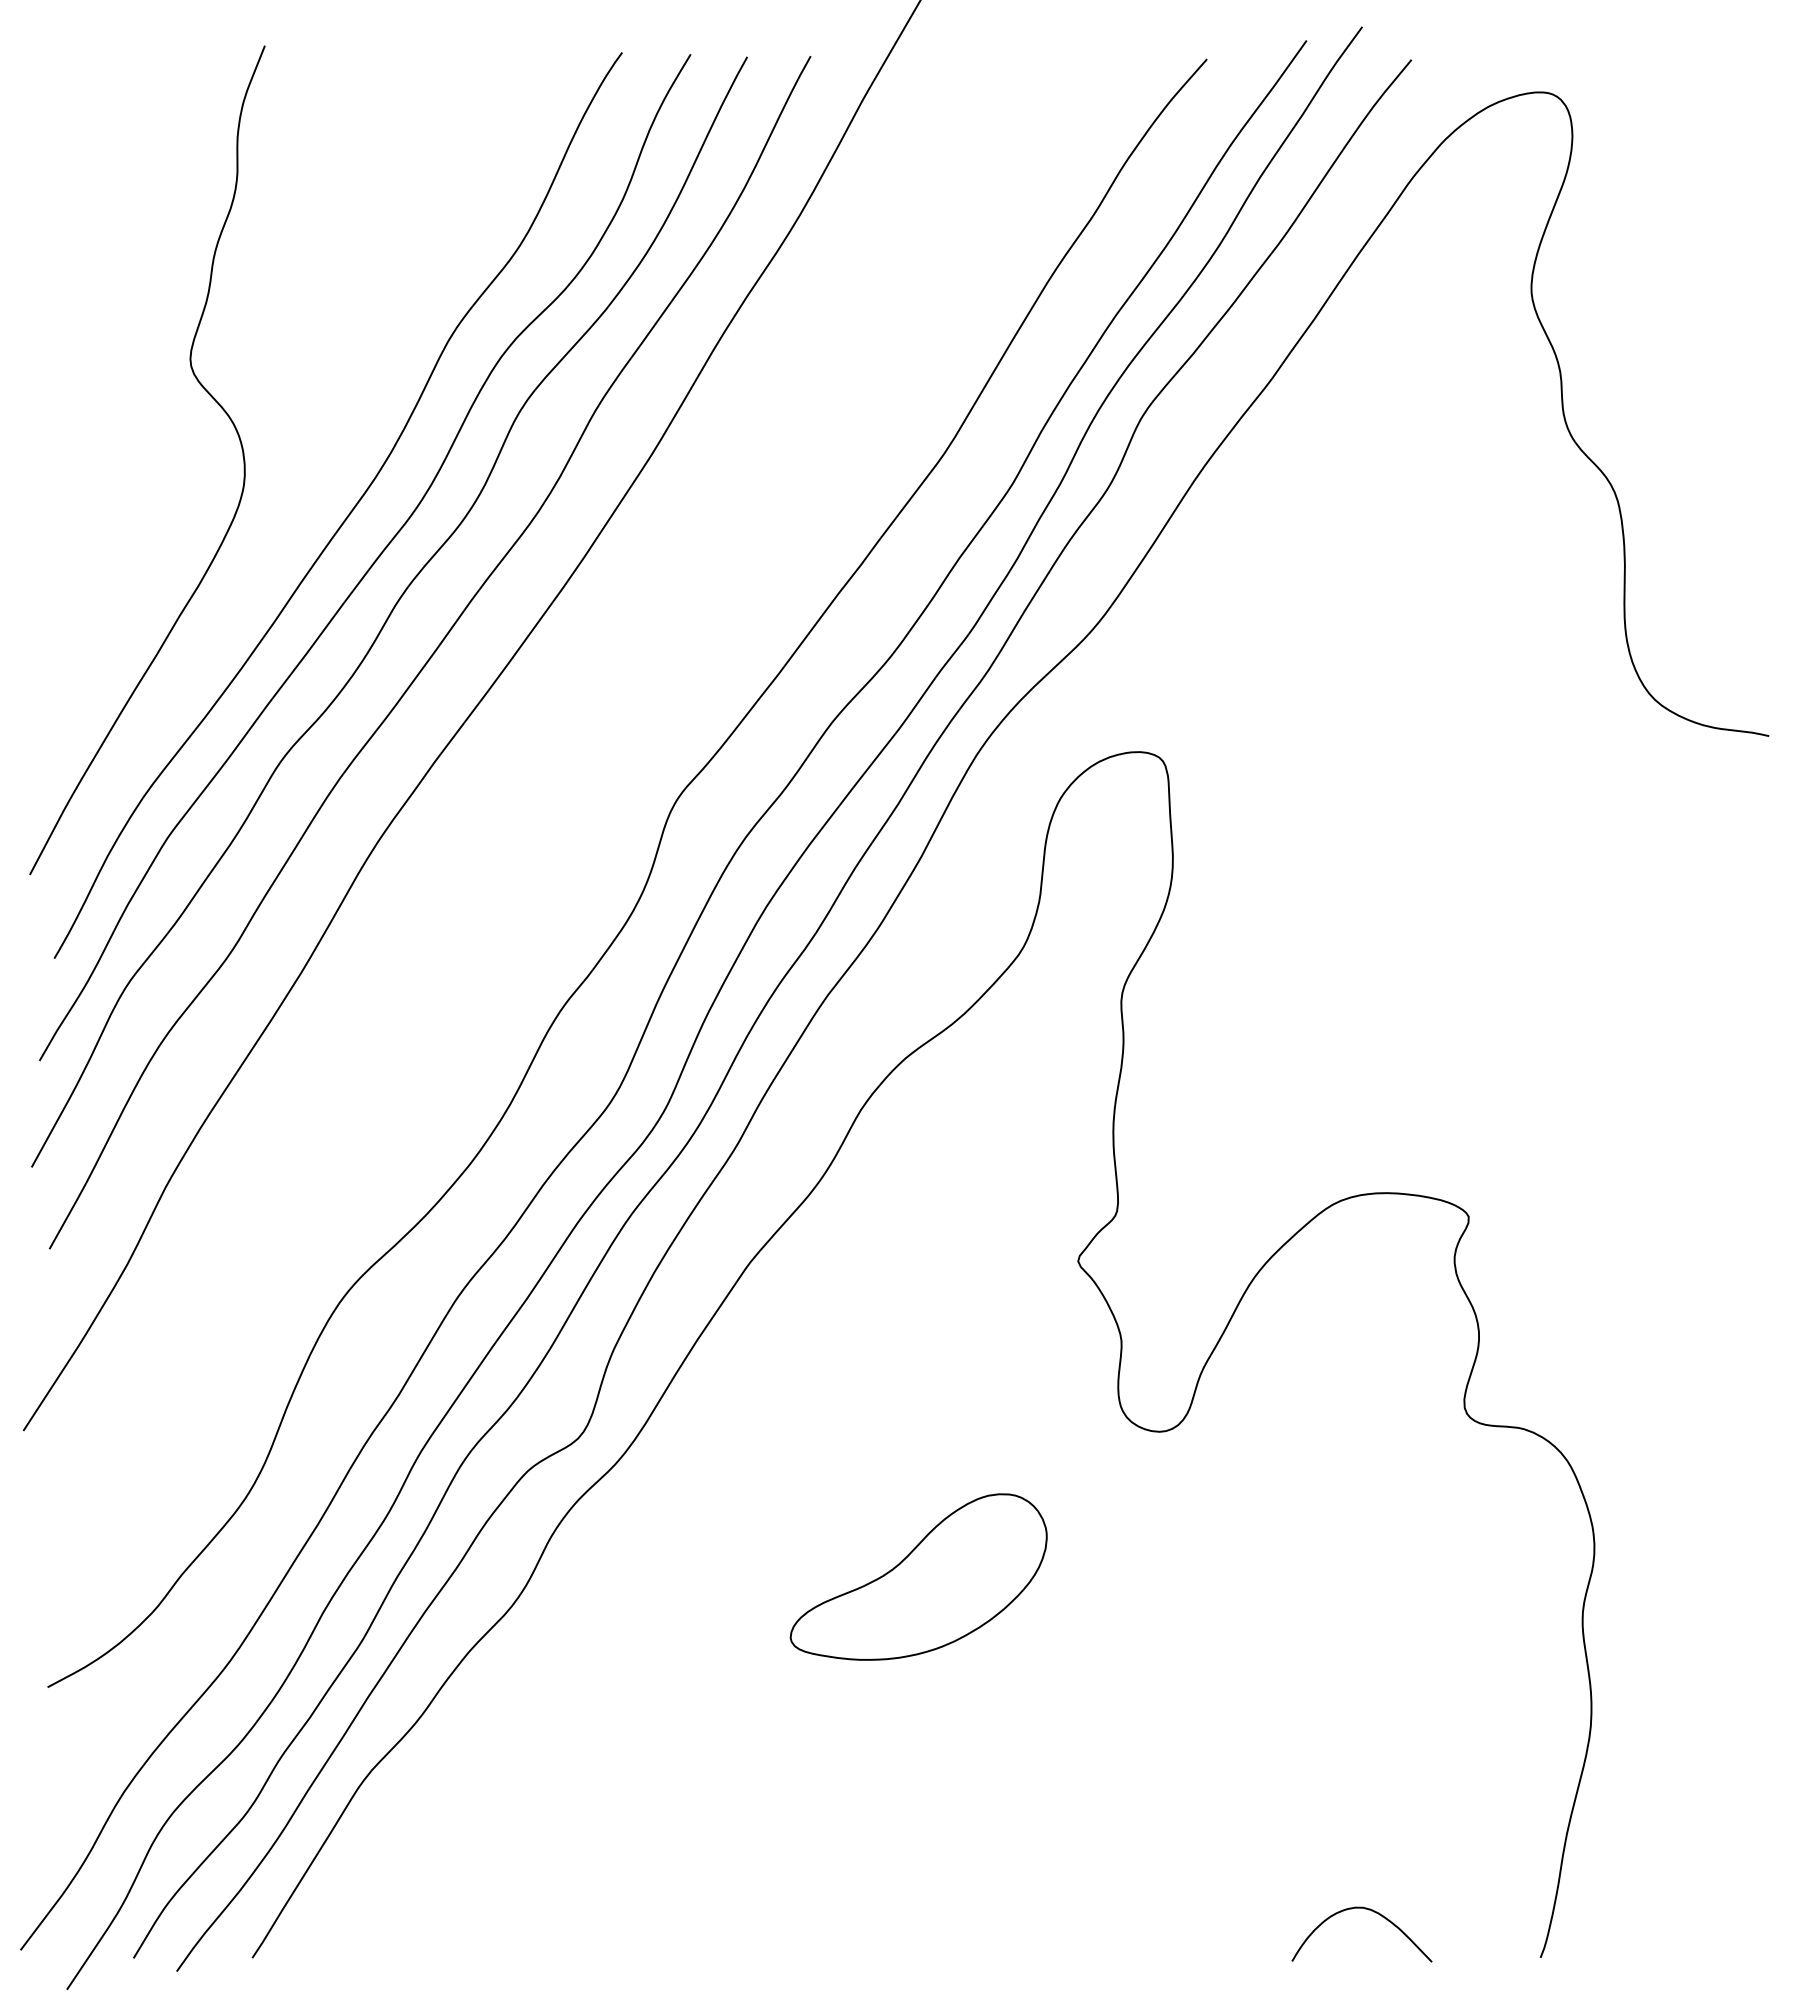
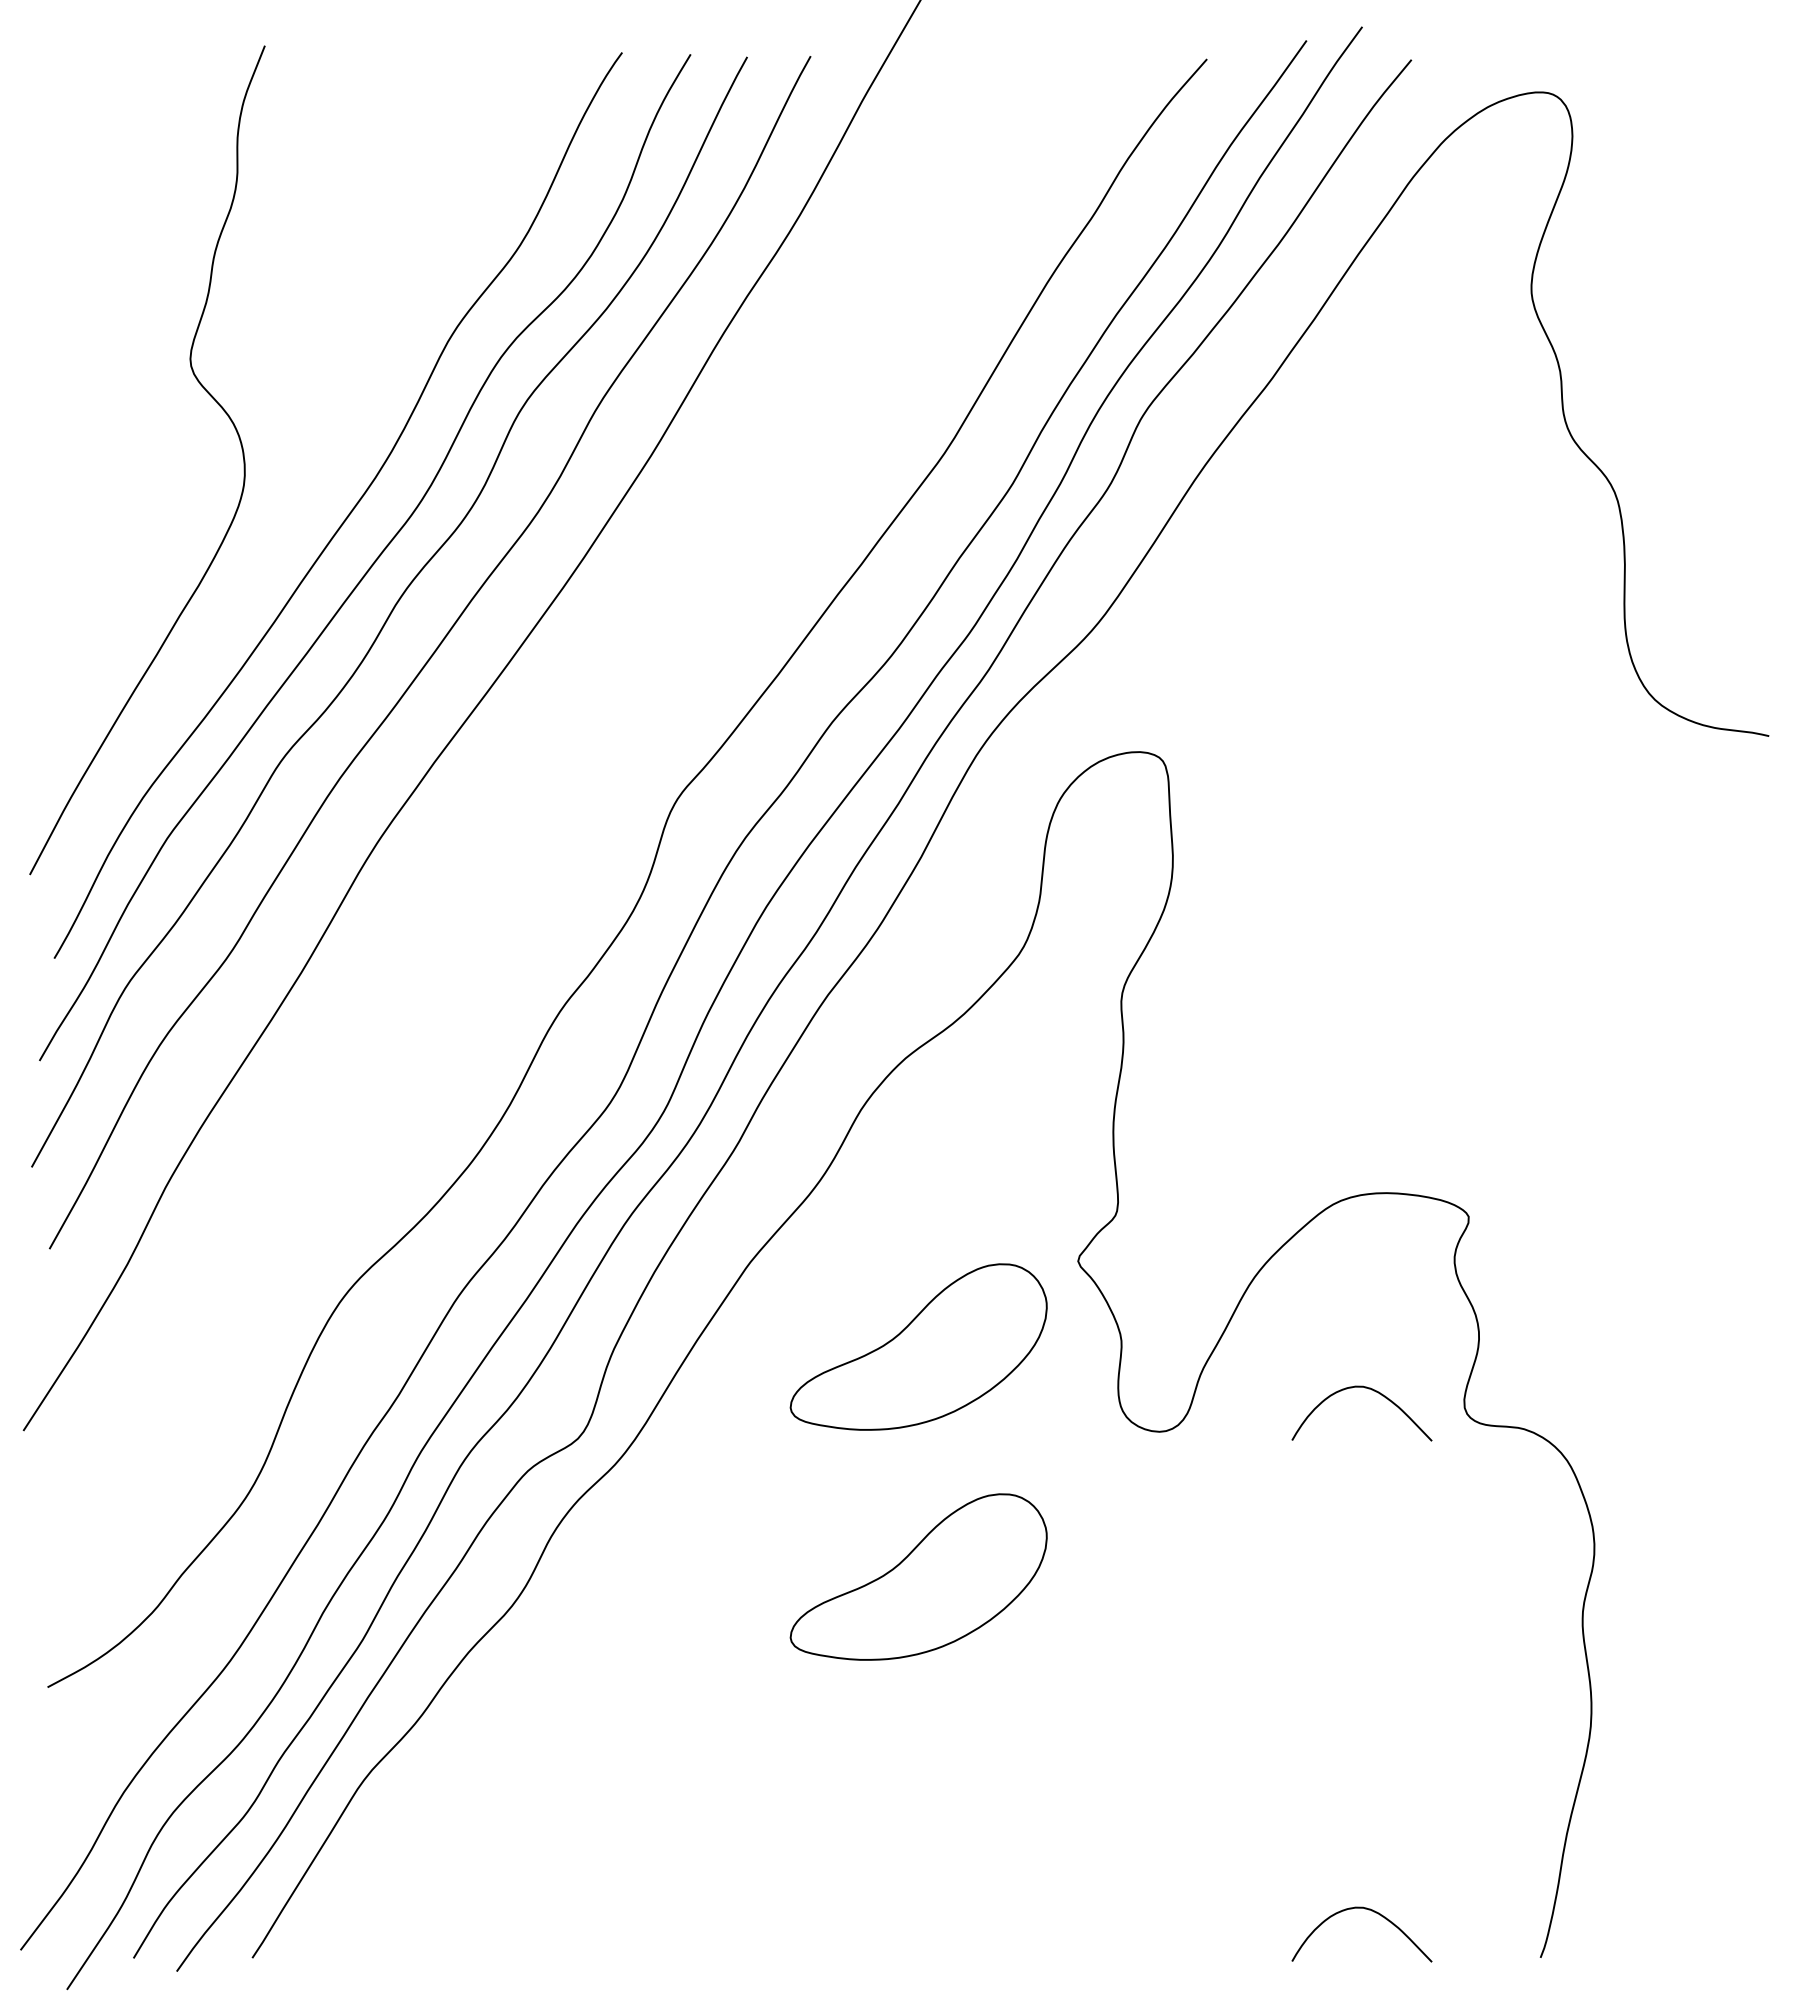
part at (918, 1346): none -> present
curve at (1368, 1389): none -> present
